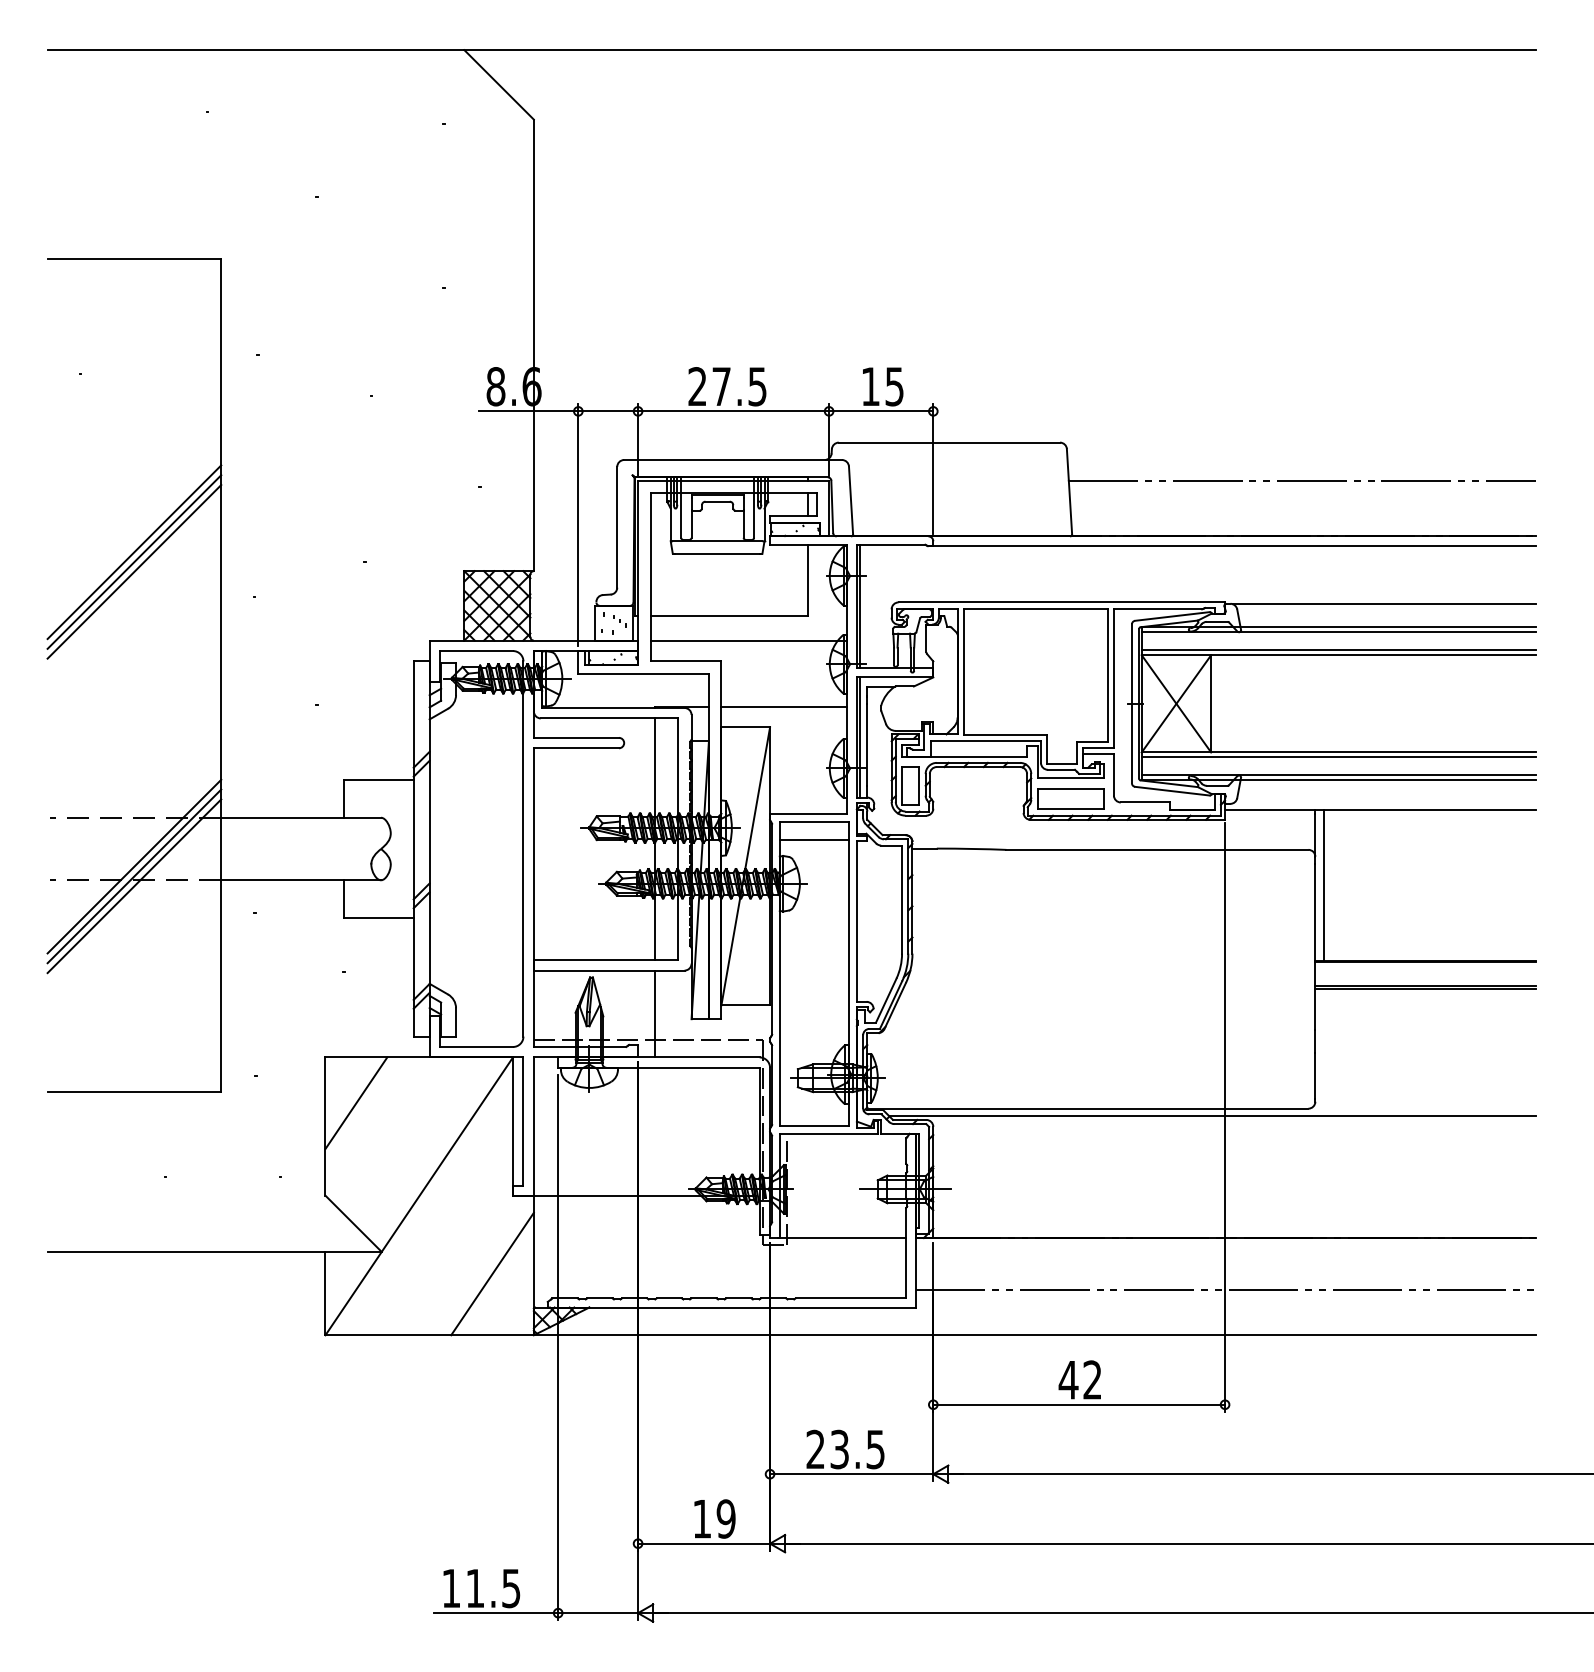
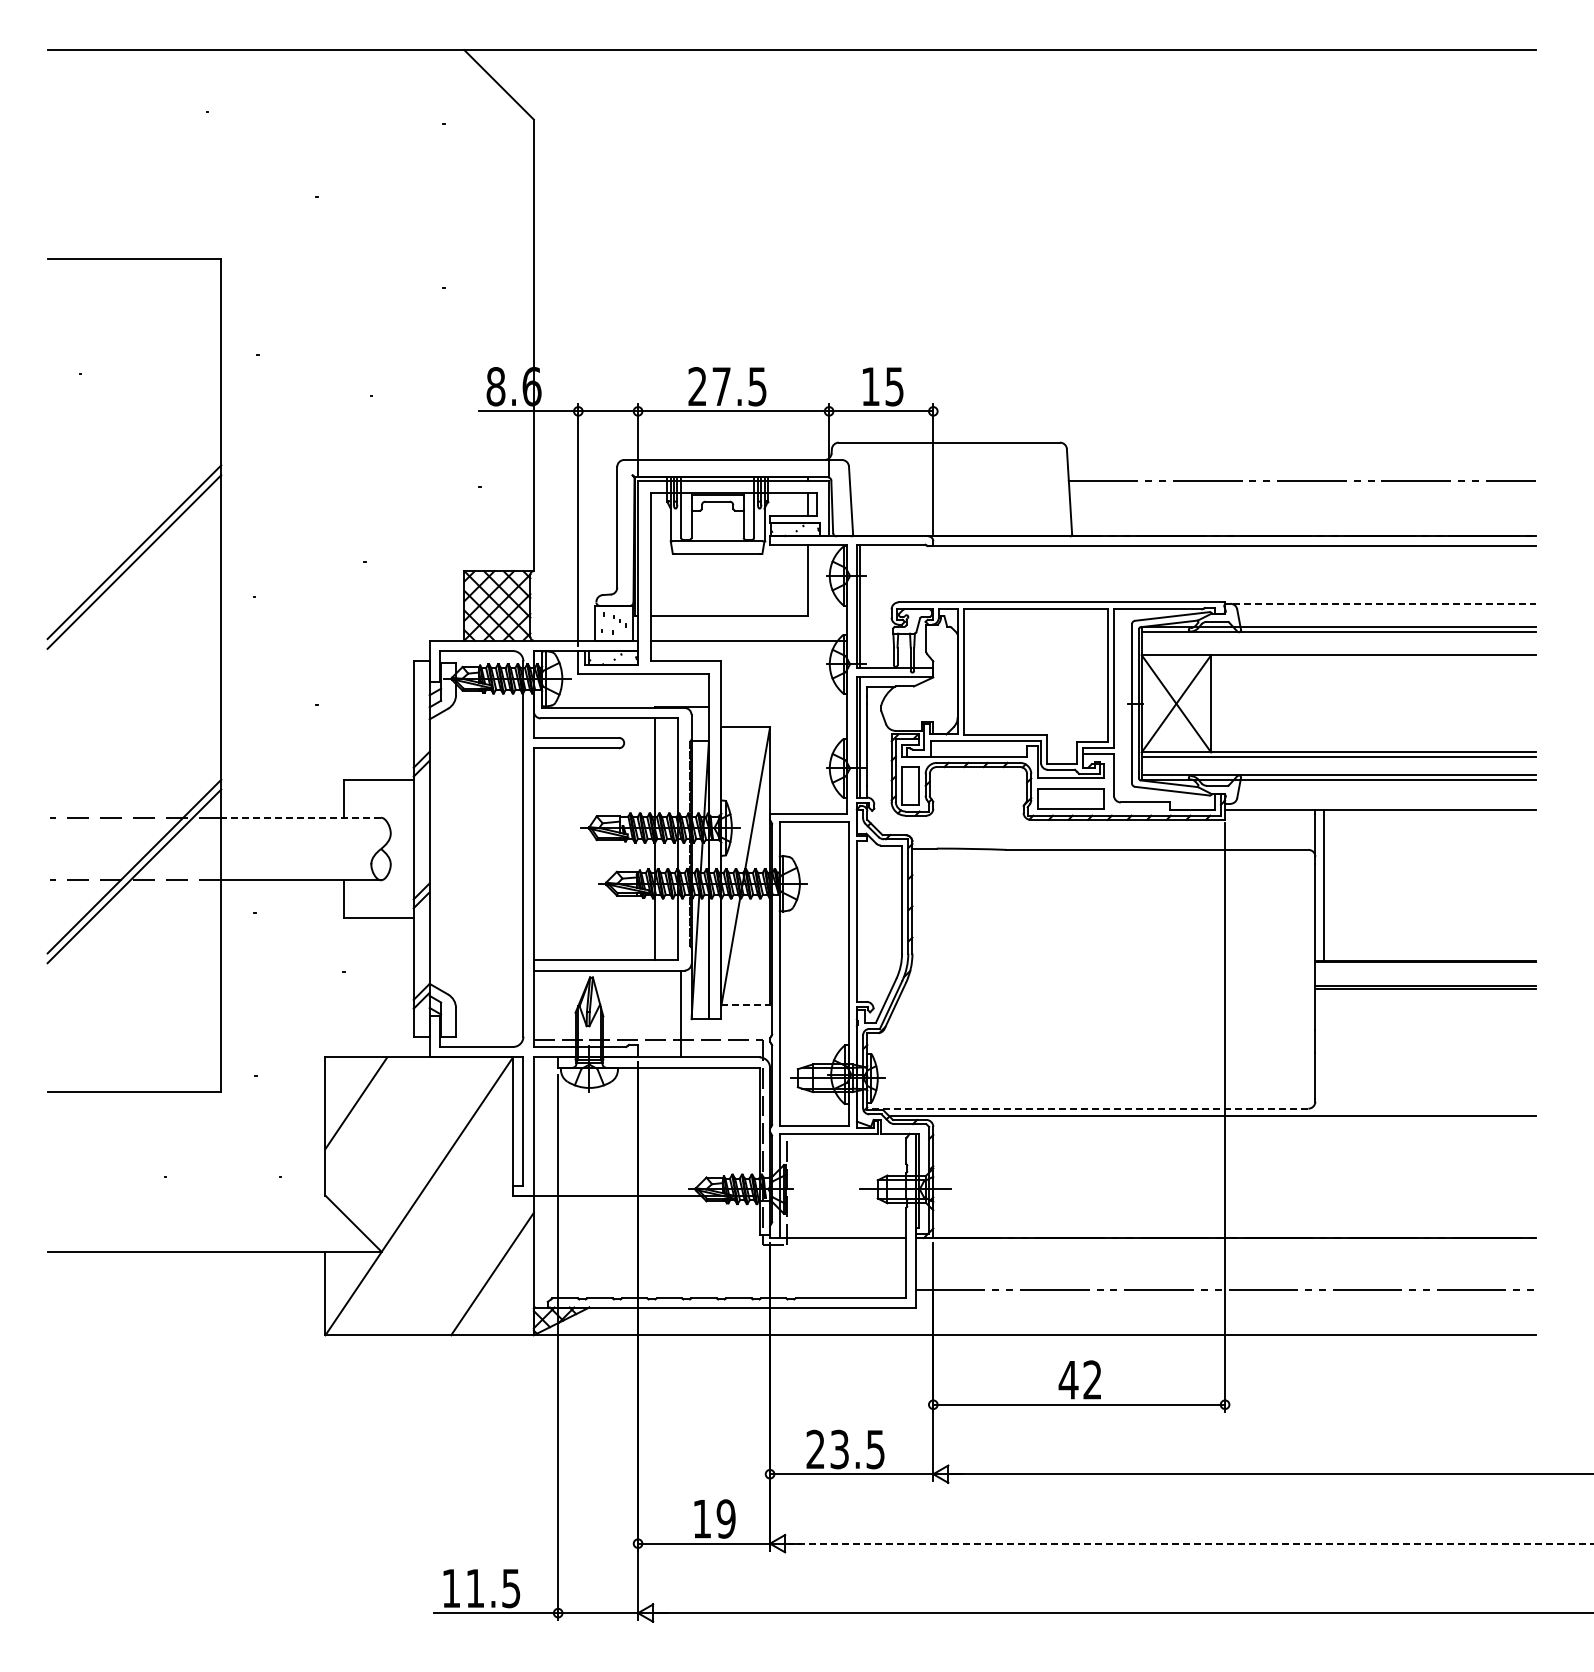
line at (134, 571): present -> none
line at (1385, 604): solid -> dashed
line at (1338, 650): present -> none
line at (784, 706): present -> none
line at (301, 817): solid -> dashed
line at (813, 839): present -> none
line at (134, 886): present -> none
line at (746, 1005): solid -> dashed
line at (655, 1013) position: (655, 1013) -> (681, 1013)
line at (1087, 1108): solid -> dashed
line at (1190, 1543): solid -> dashed
